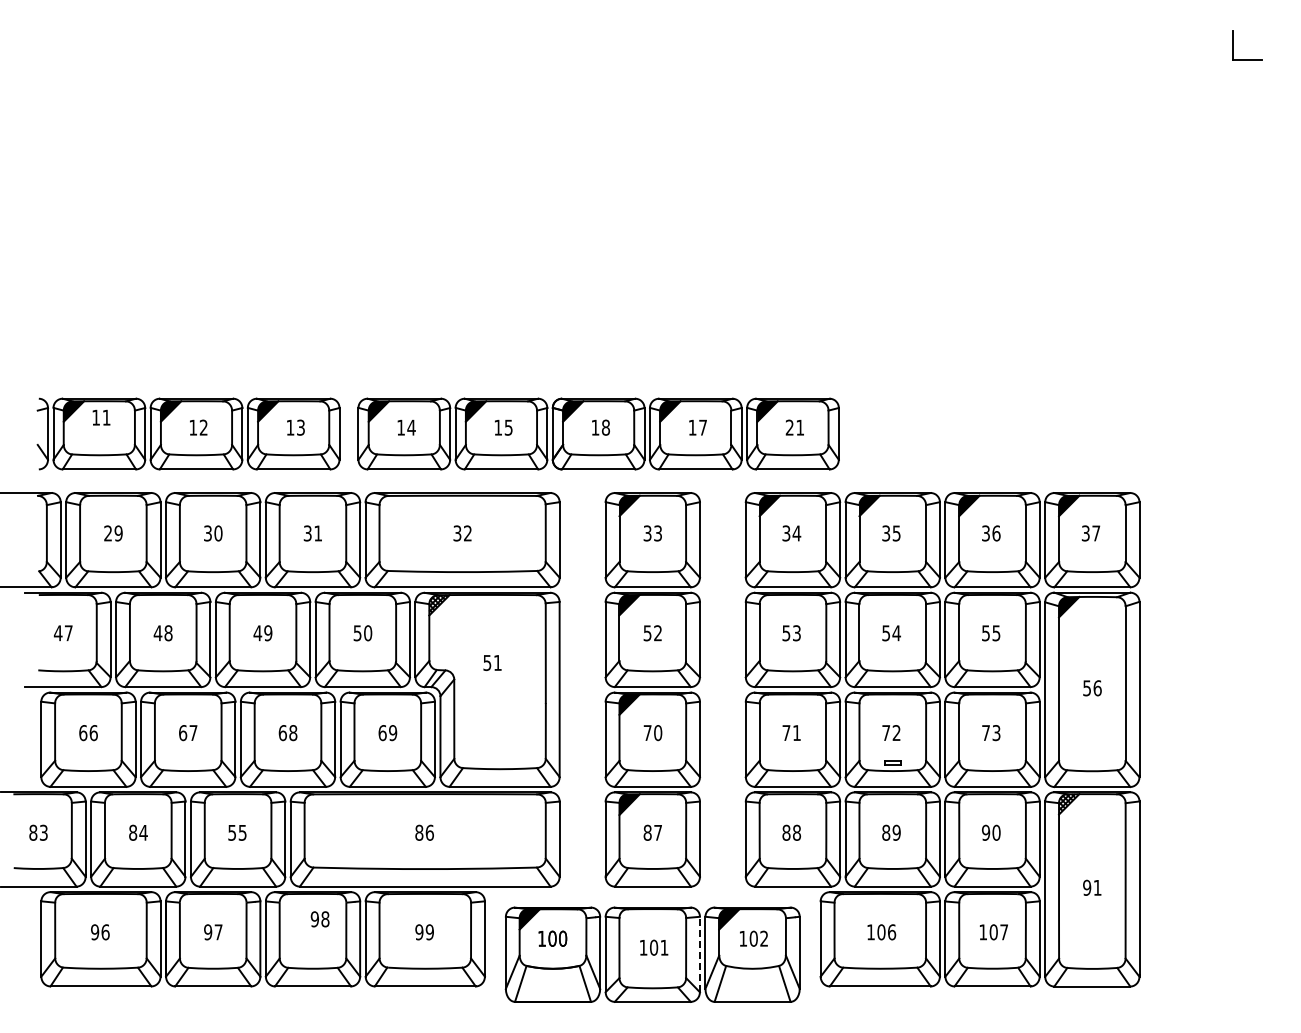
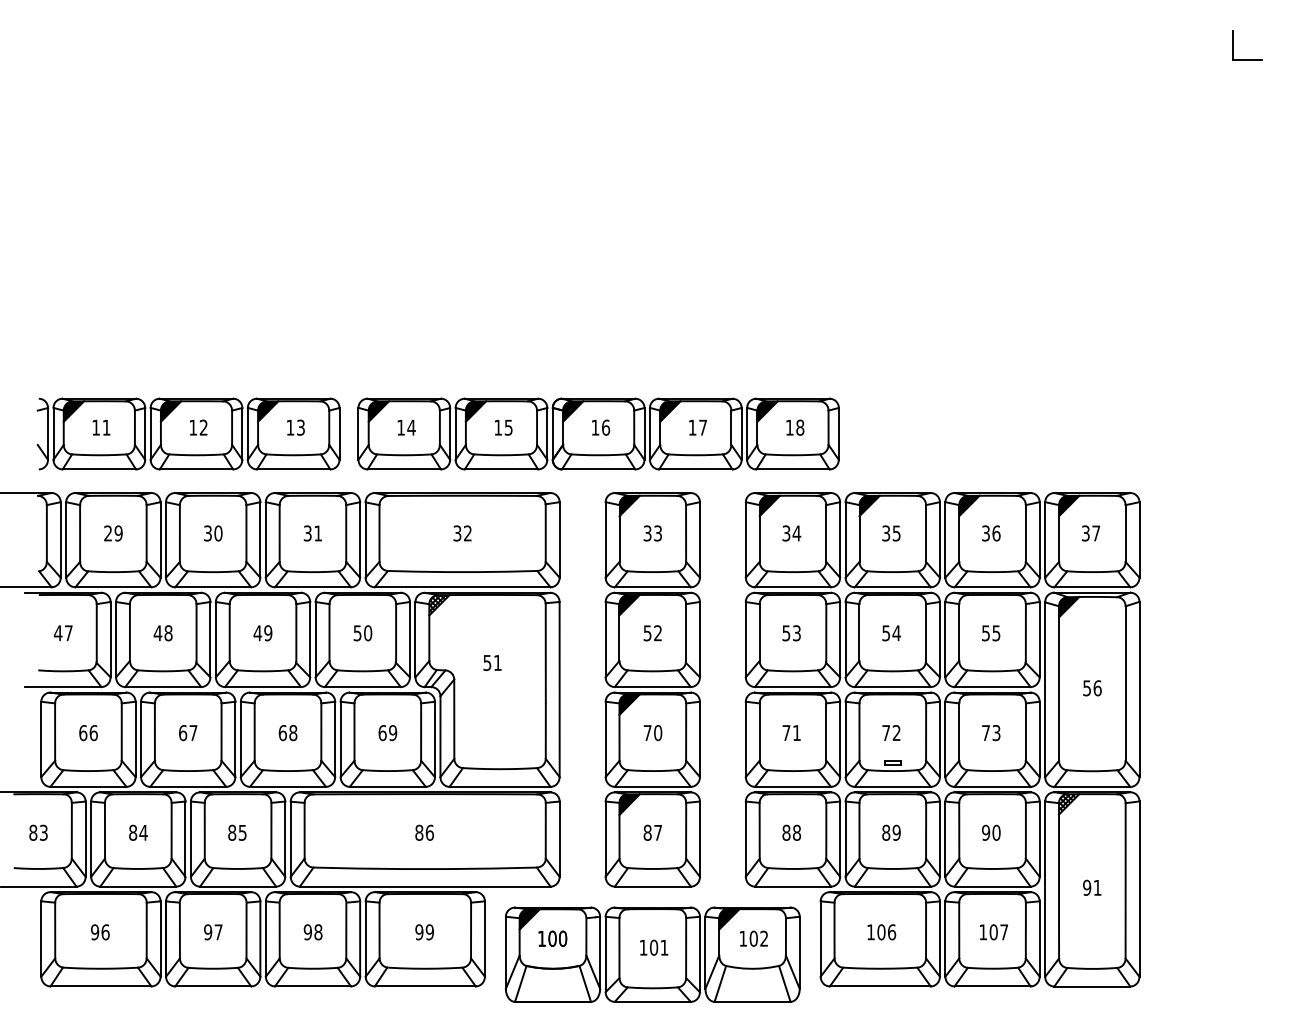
text at (101, 417) position: (101, 417) -> (101, 427)
text at (605, 427): 18 -> 16
text at (794, 427): 21 -> 18
text at (232, 832): 55 -> 85
text at (319, 919) position: (319, 919) -> (312, 932)
line at (699, 954): dashed -> solid
